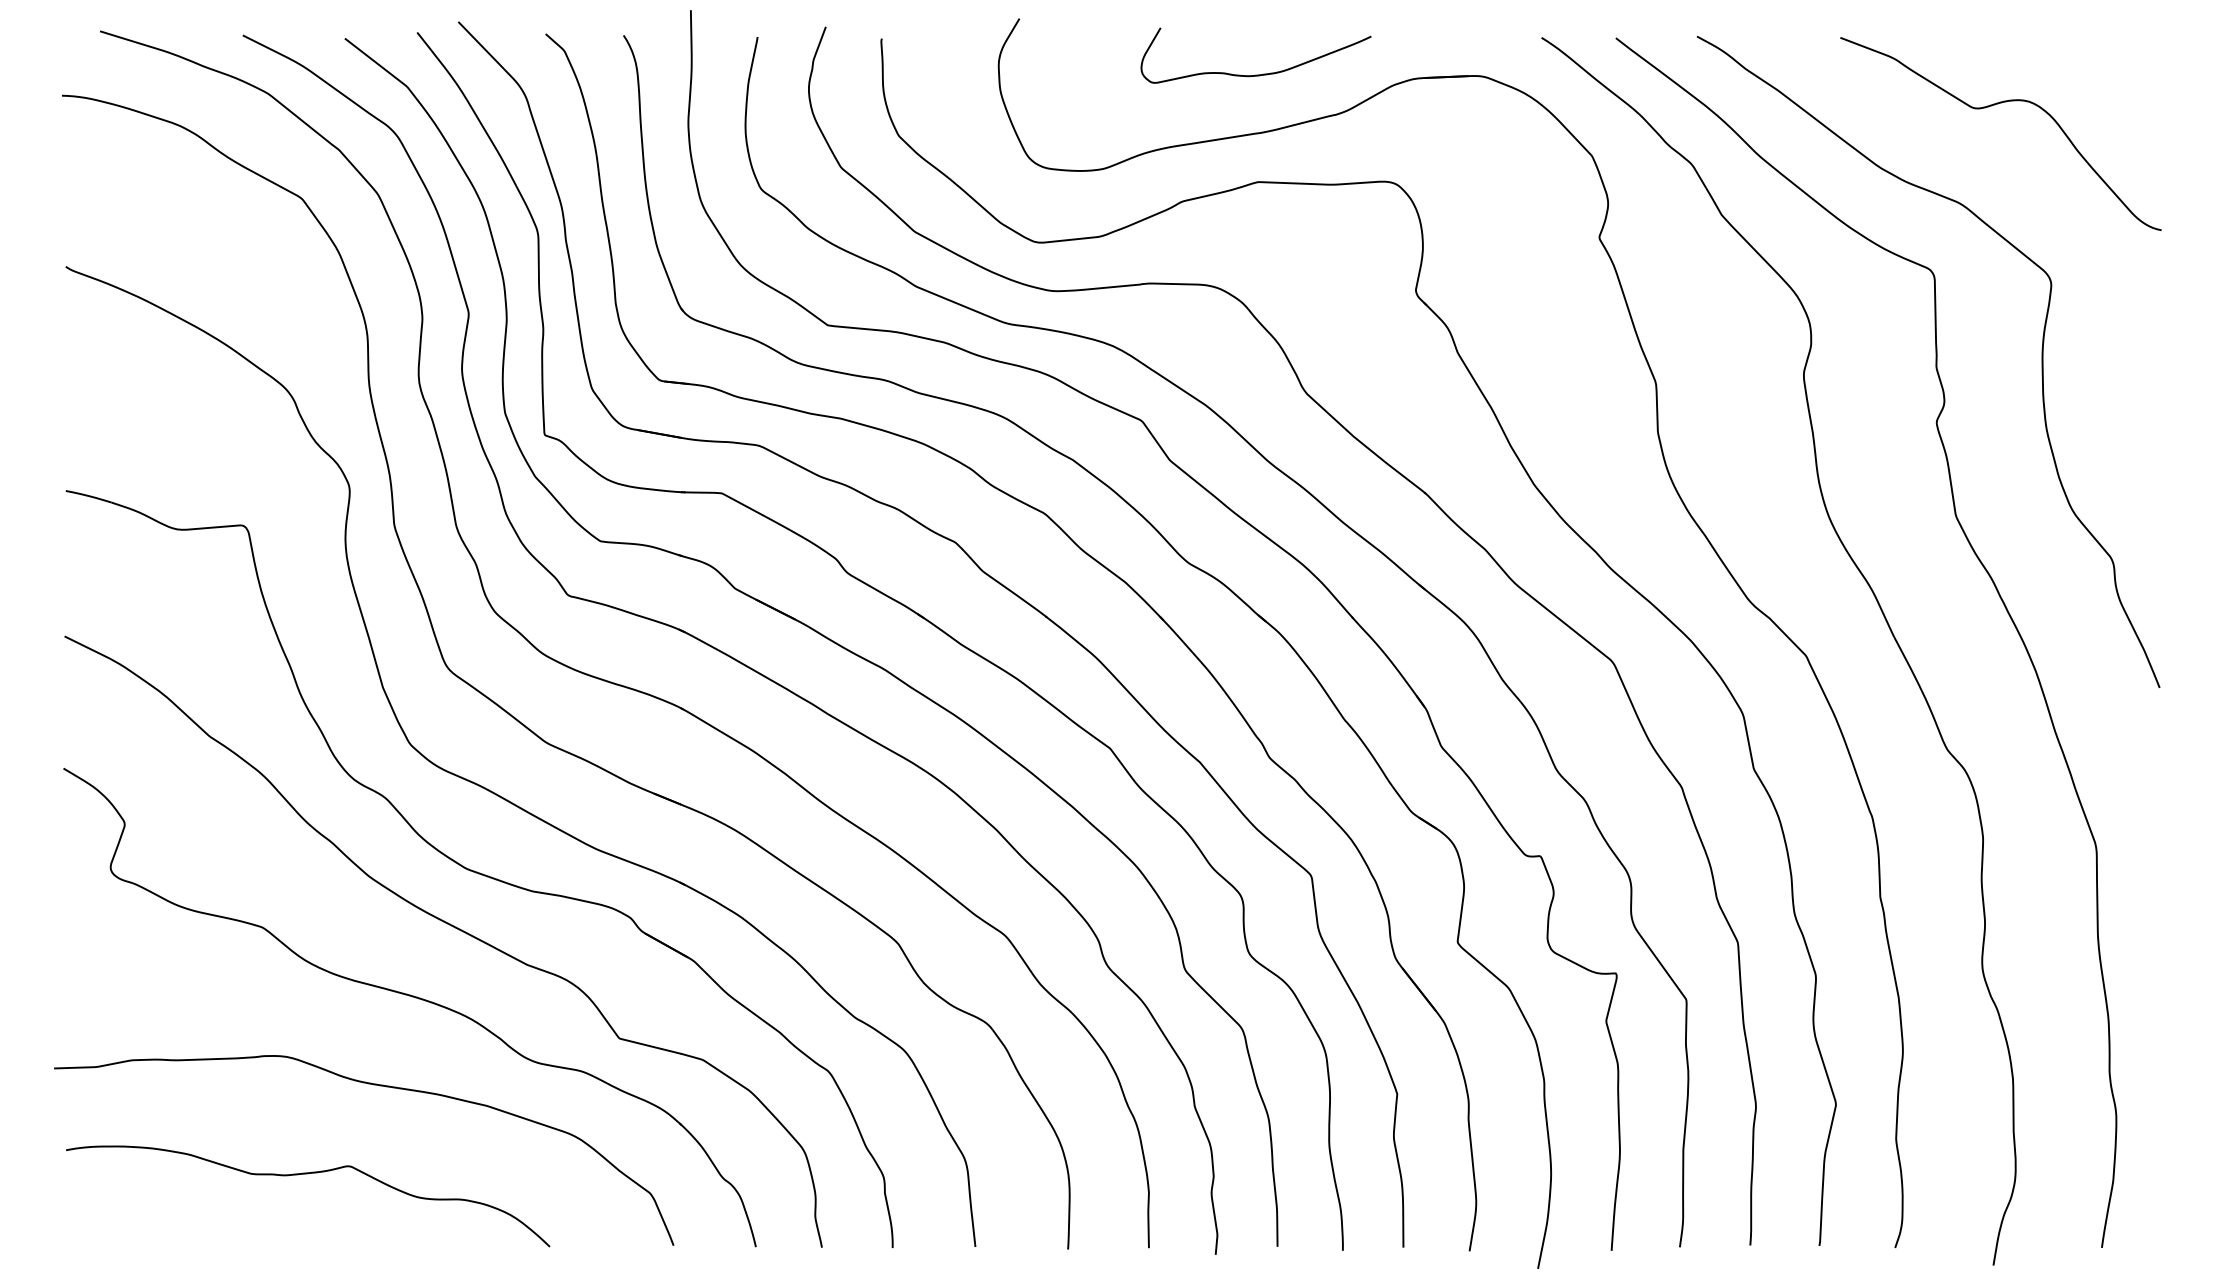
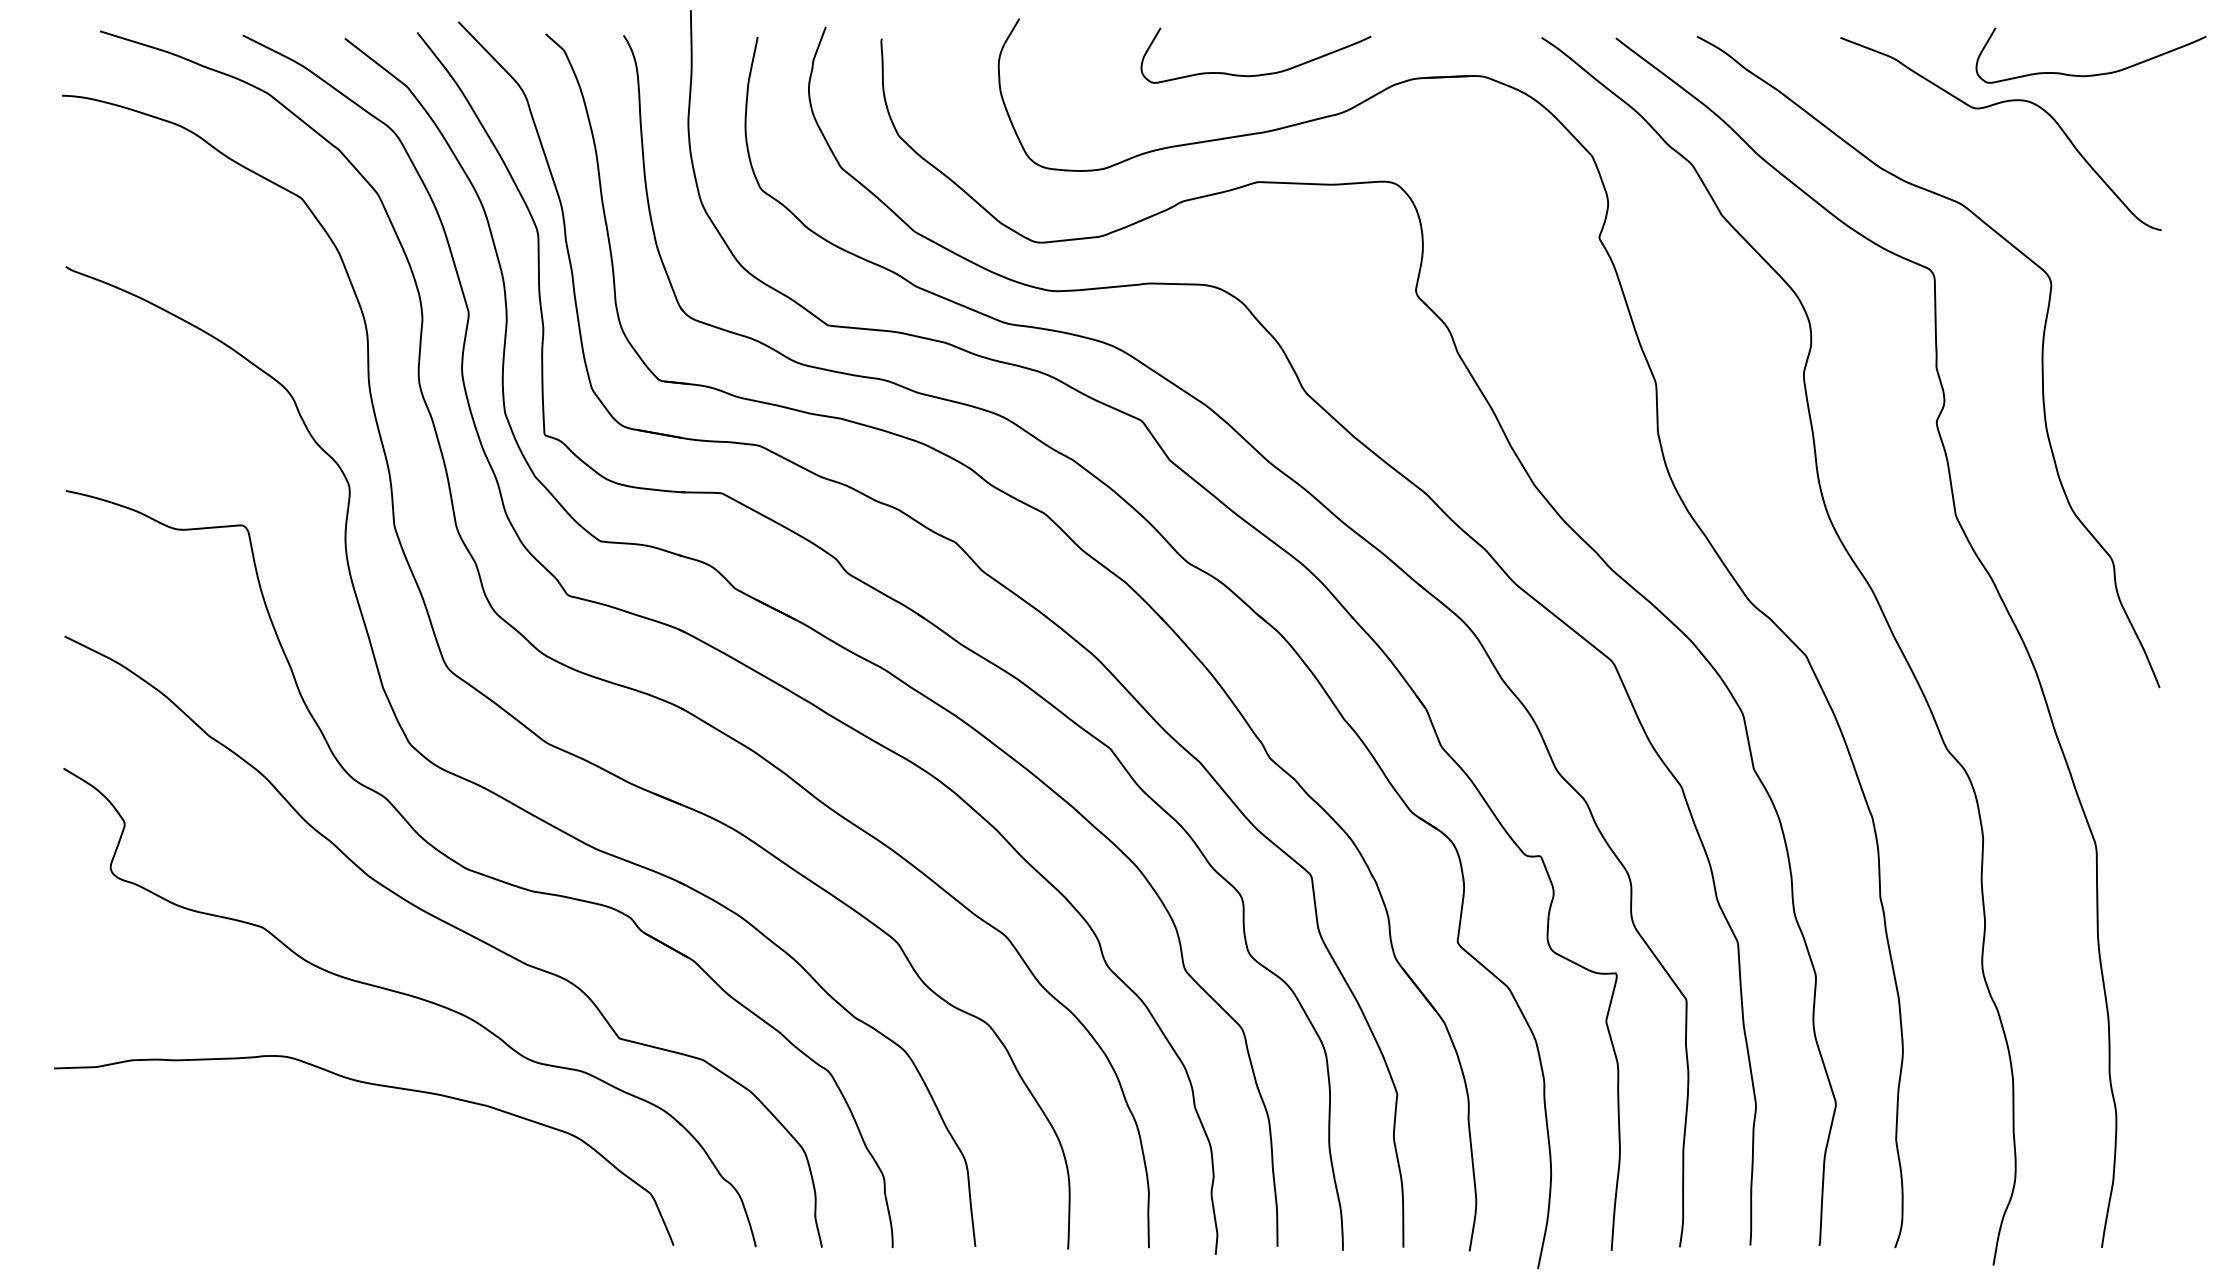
curve at (2090, 74): none -> present
curve at (308, 1174): present -> none
